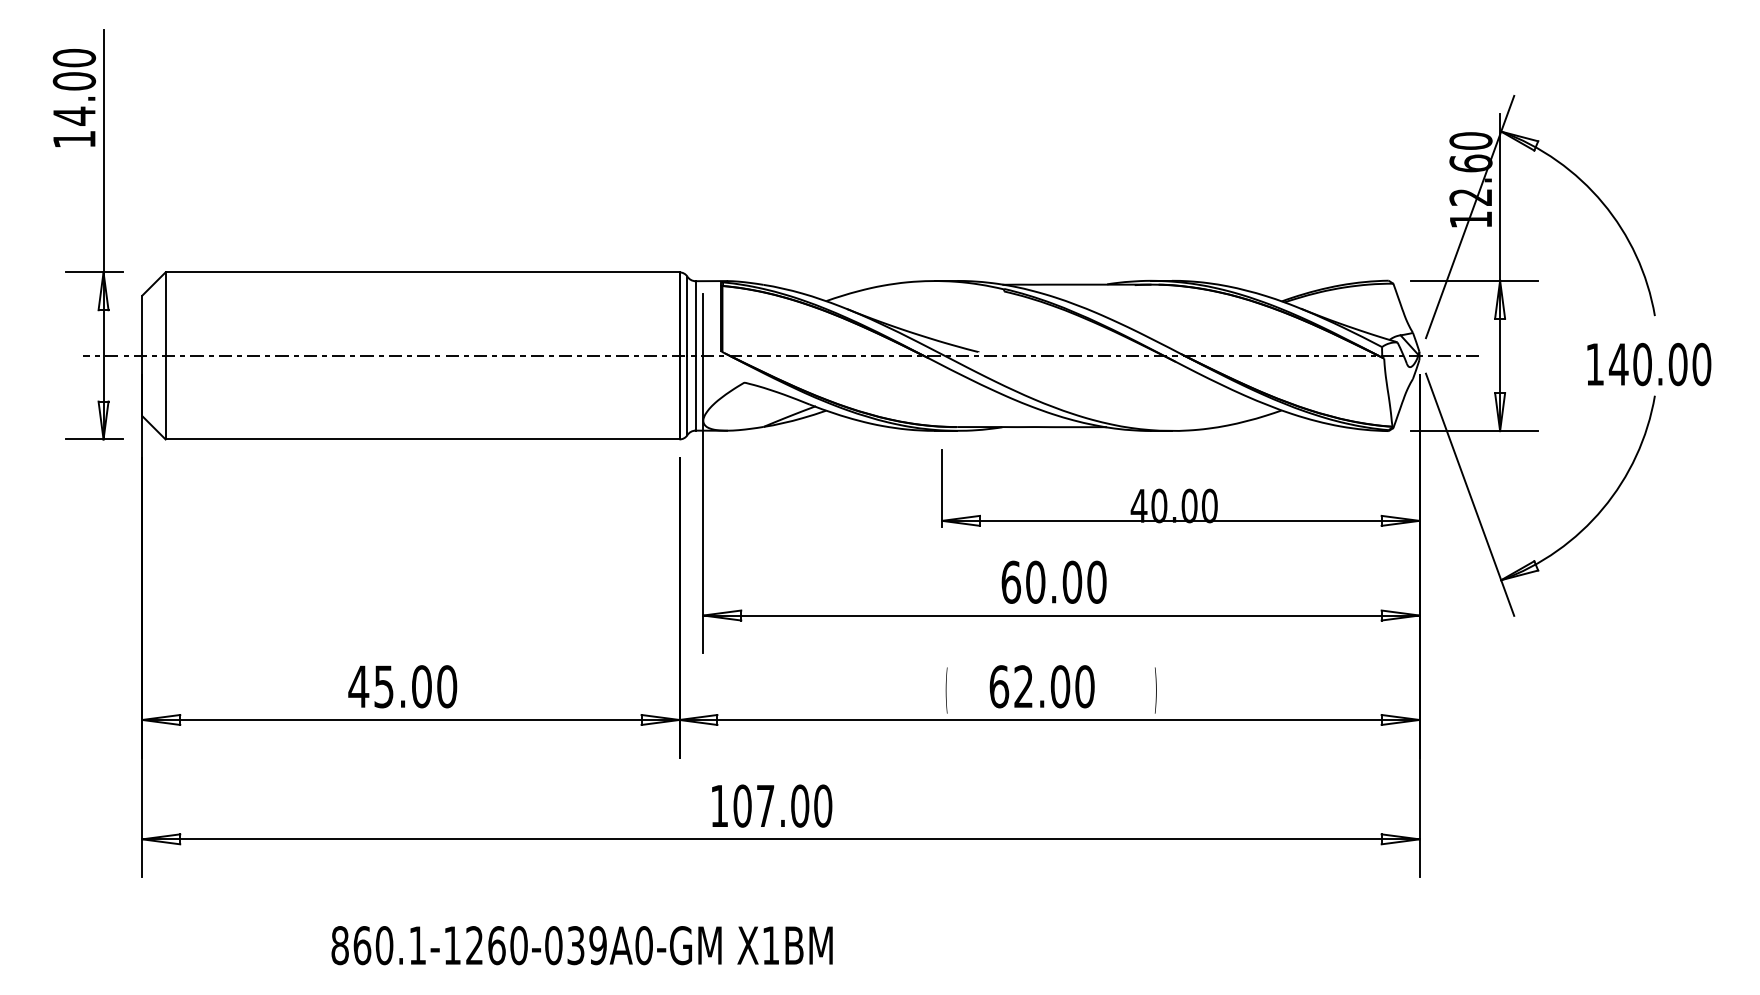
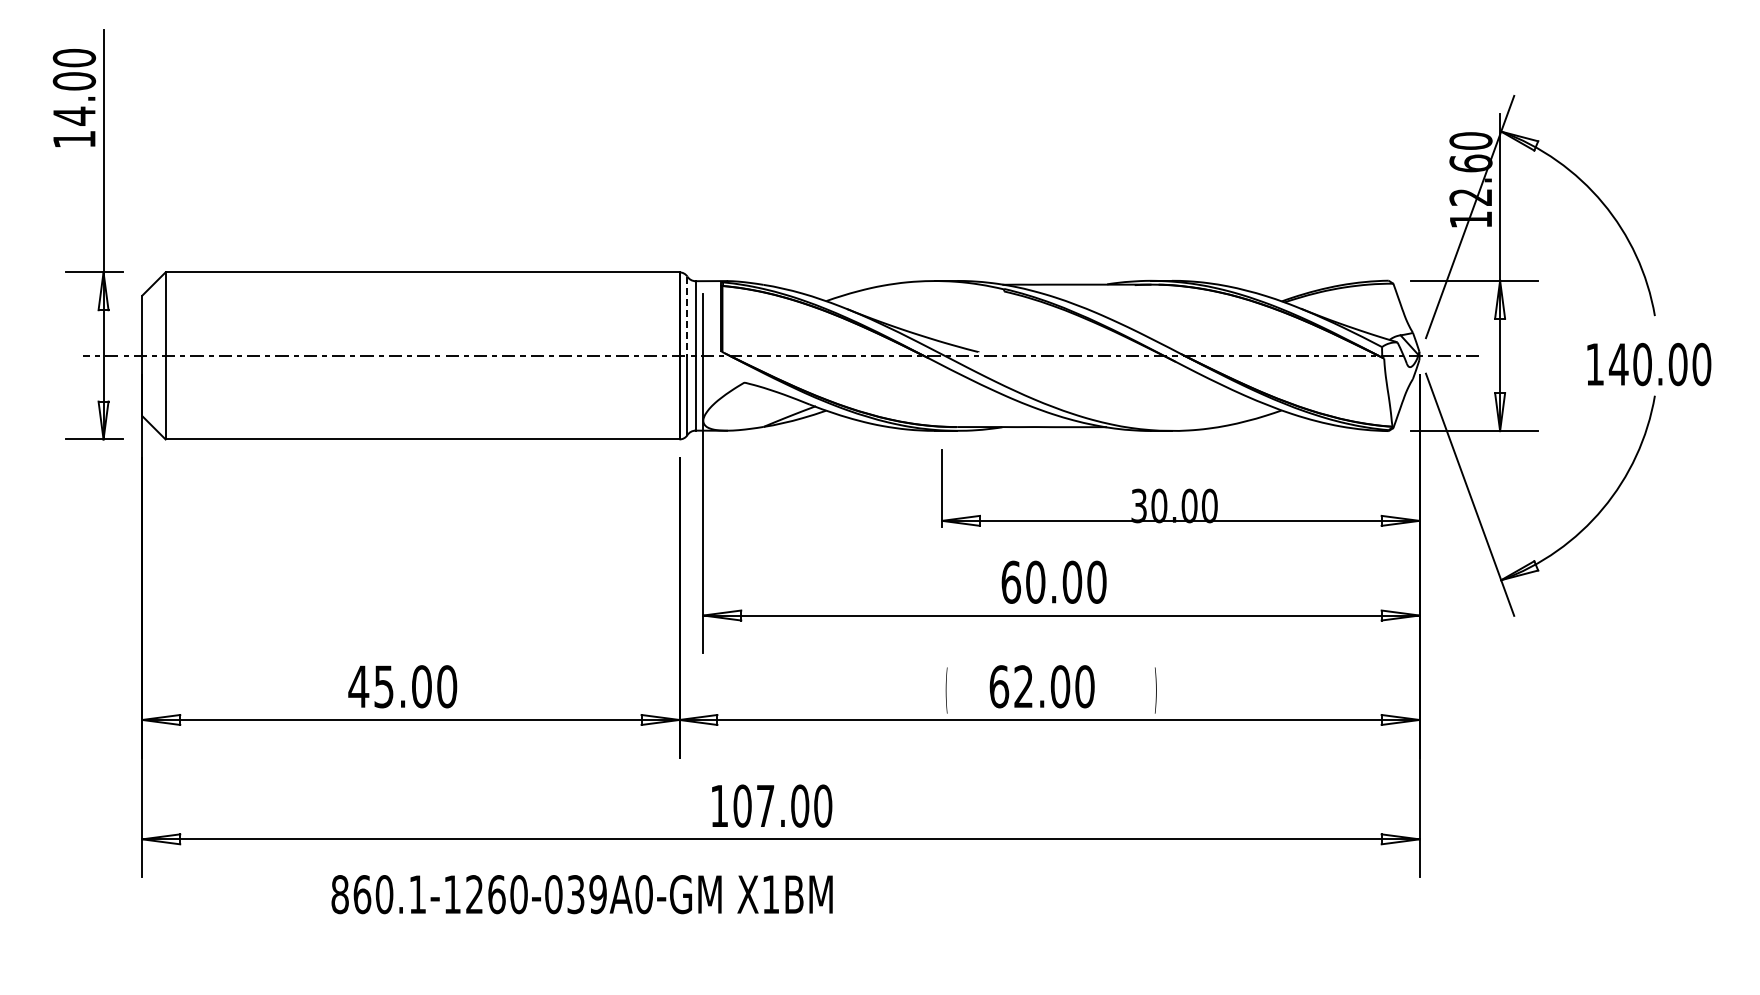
line at (687, 316): solid -> dashed
text at (1138, 505): 40.00 -> 30.00
text at (581, 945) position: (581, 945) -> (581, 894)
